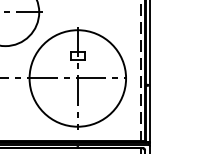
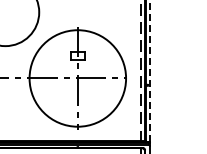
line at (22, 12): present -> none
line at (150, 71): solid -> dashed
